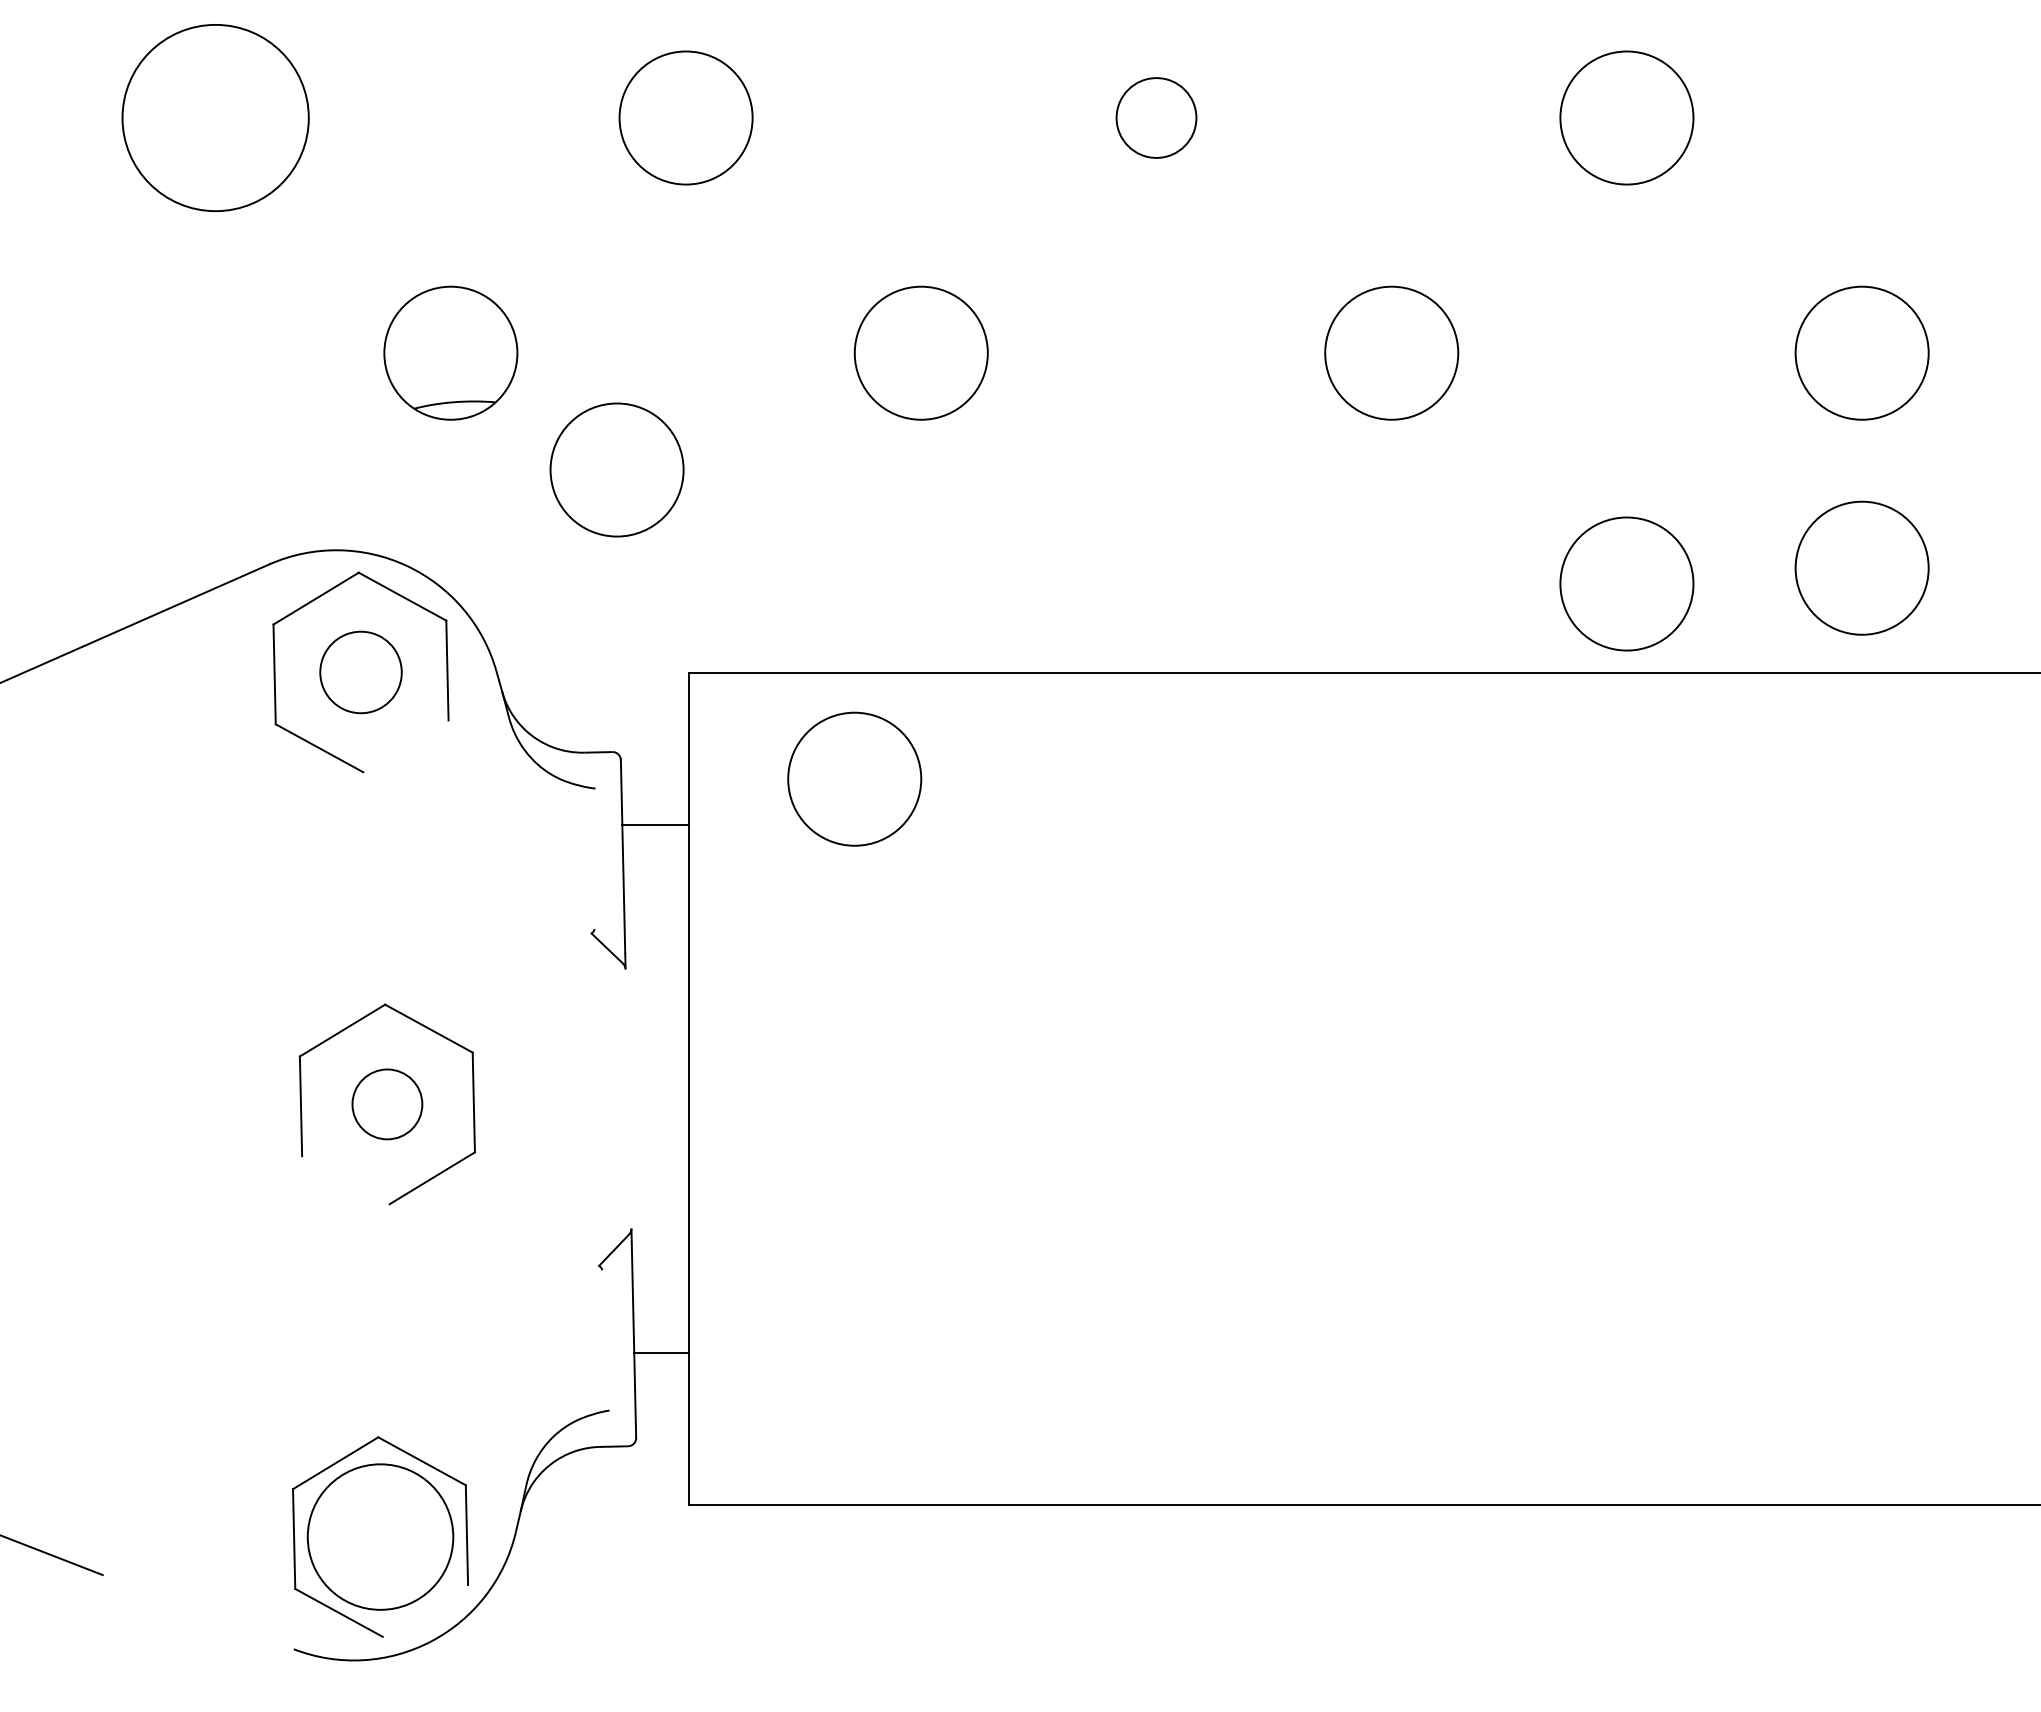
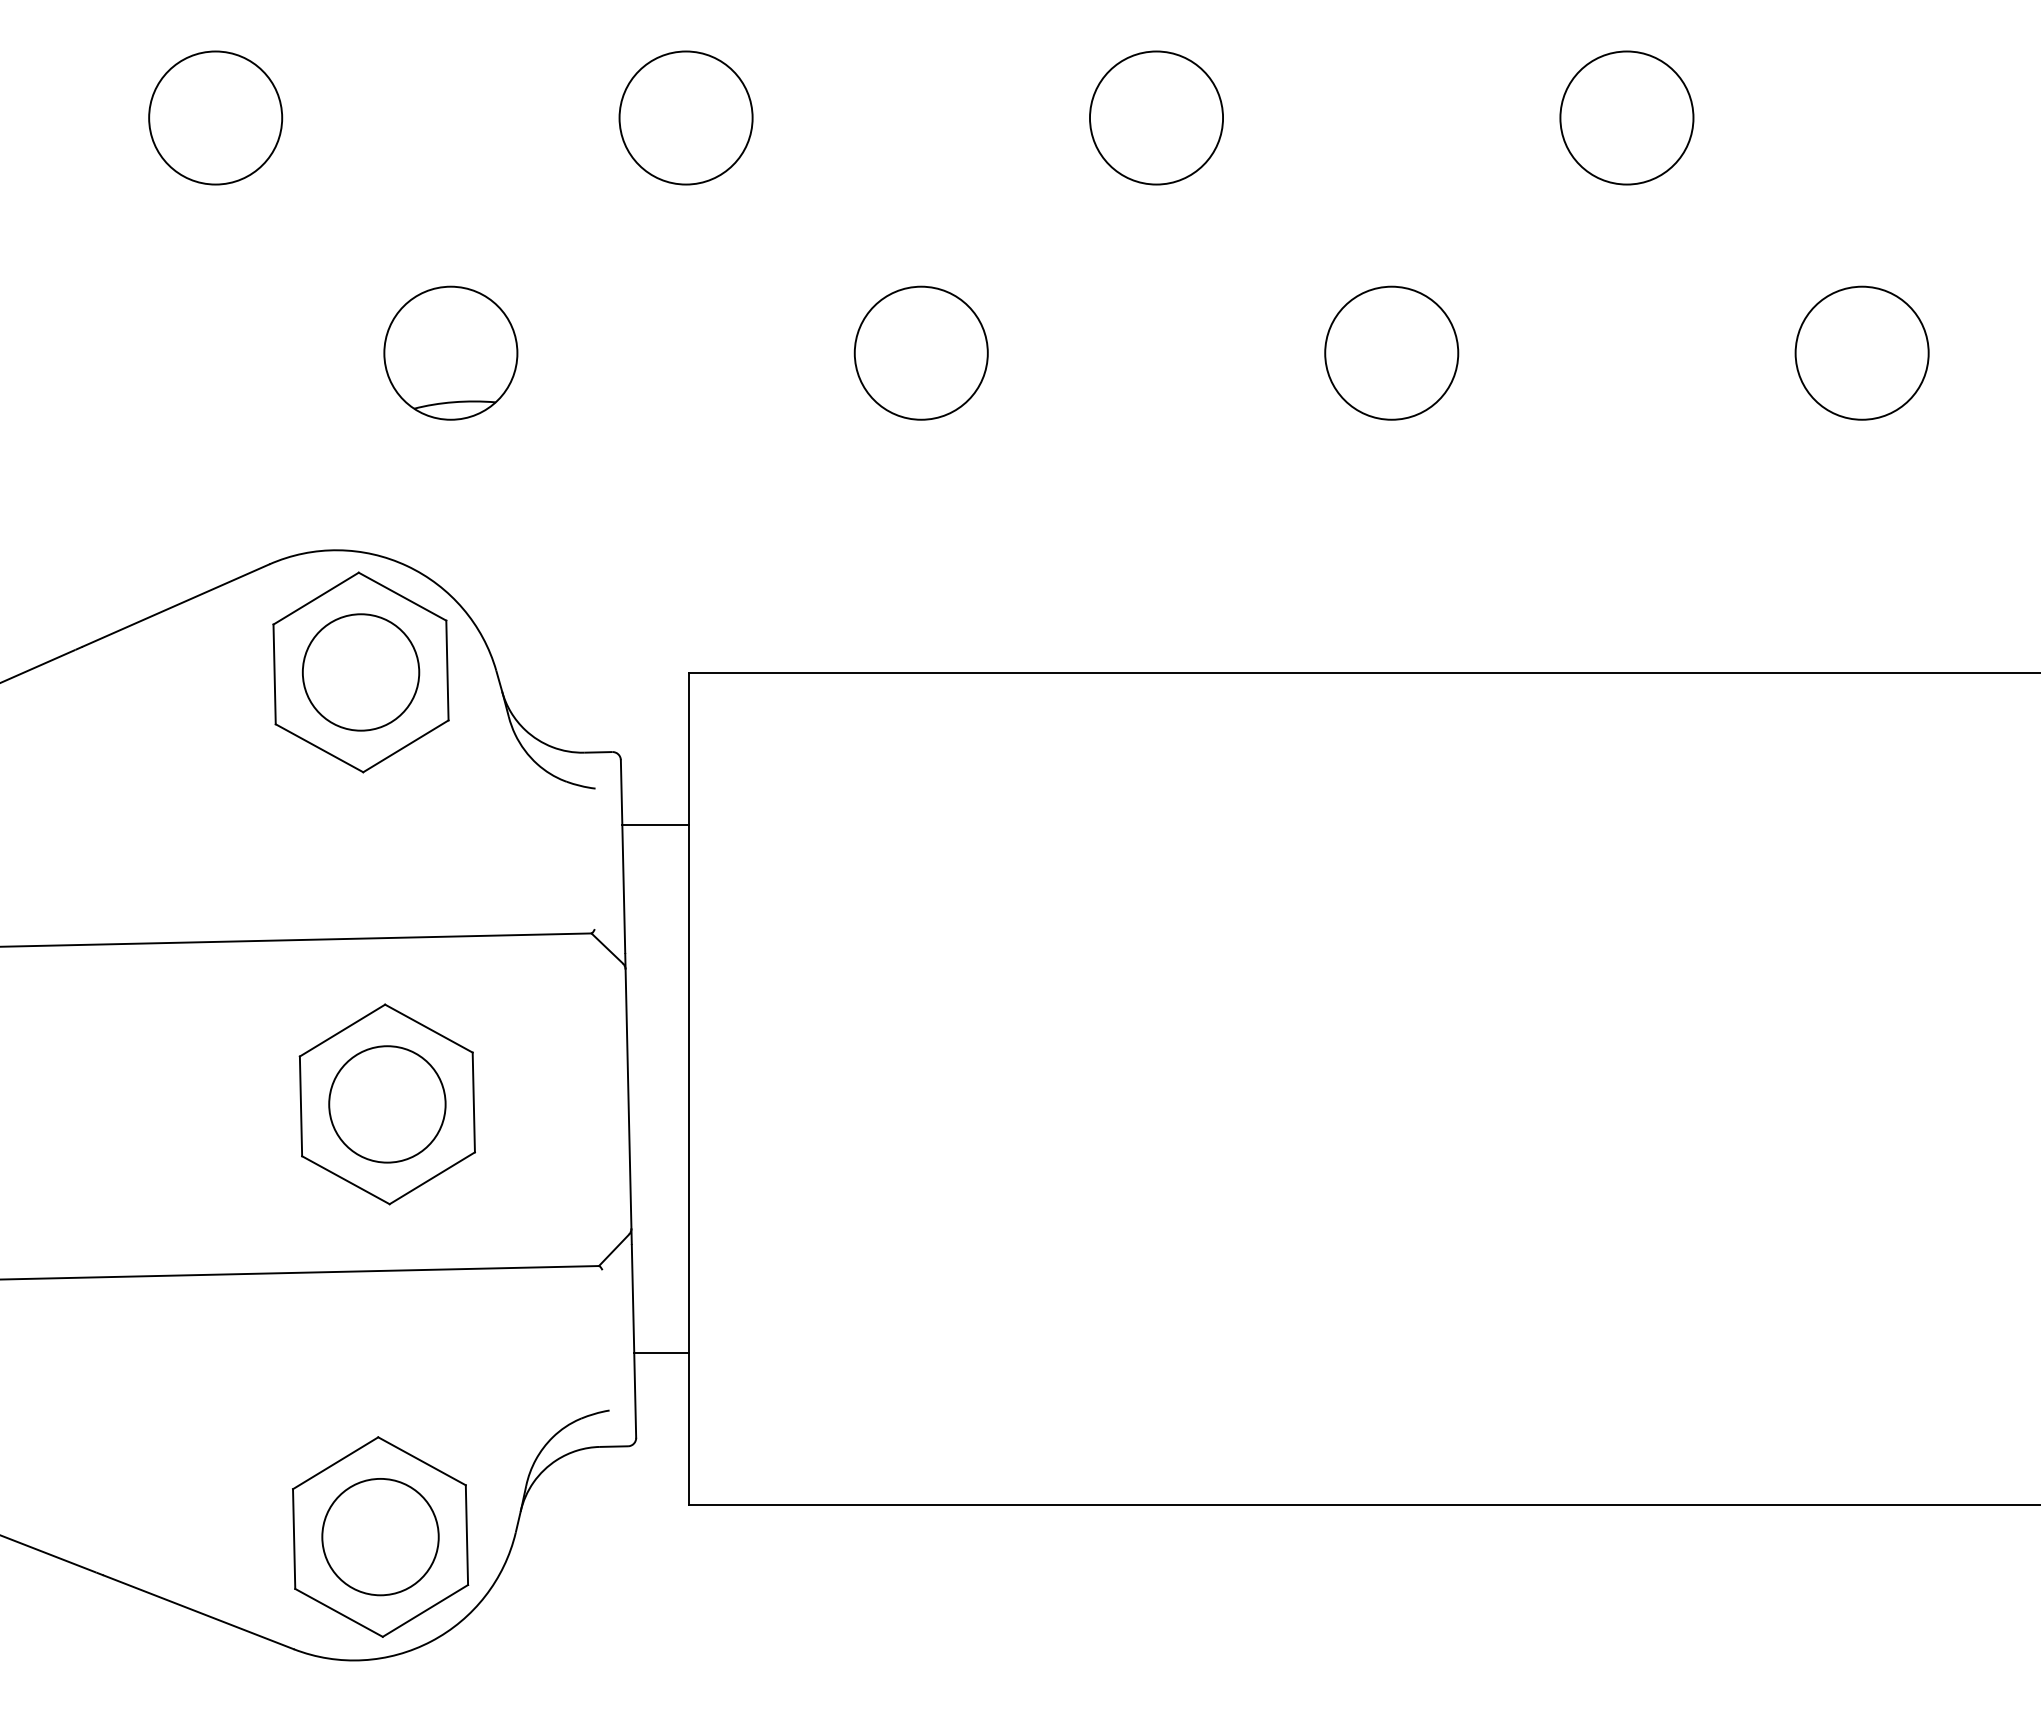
circle at (215, 117) diameter: 186 px -> 133 px
circle at (1156, 117) size: 83x82 px -> 135x136 px
circle at (616, 469): present -> none
circle at (1861, 567): present -> none
circle at (1626, 583): present -> none
circle at (360, 672) diameter: 81 px -> 116 px
line at (405, 746): none -> present
circle at (854, 778): present -> none
line at (296, 939): none -> present
line at (628, 1098): none -> present
circle at (387, 1104) diameter: 70 px -> 116 px
line at (345, 1180): none -> present
line at (300, 1272): none -> present
circle at (380, 1536) diameter: 146 px -> 116 px
line at (425, 1610): none -> present
line at (198, 1612): none -> present
